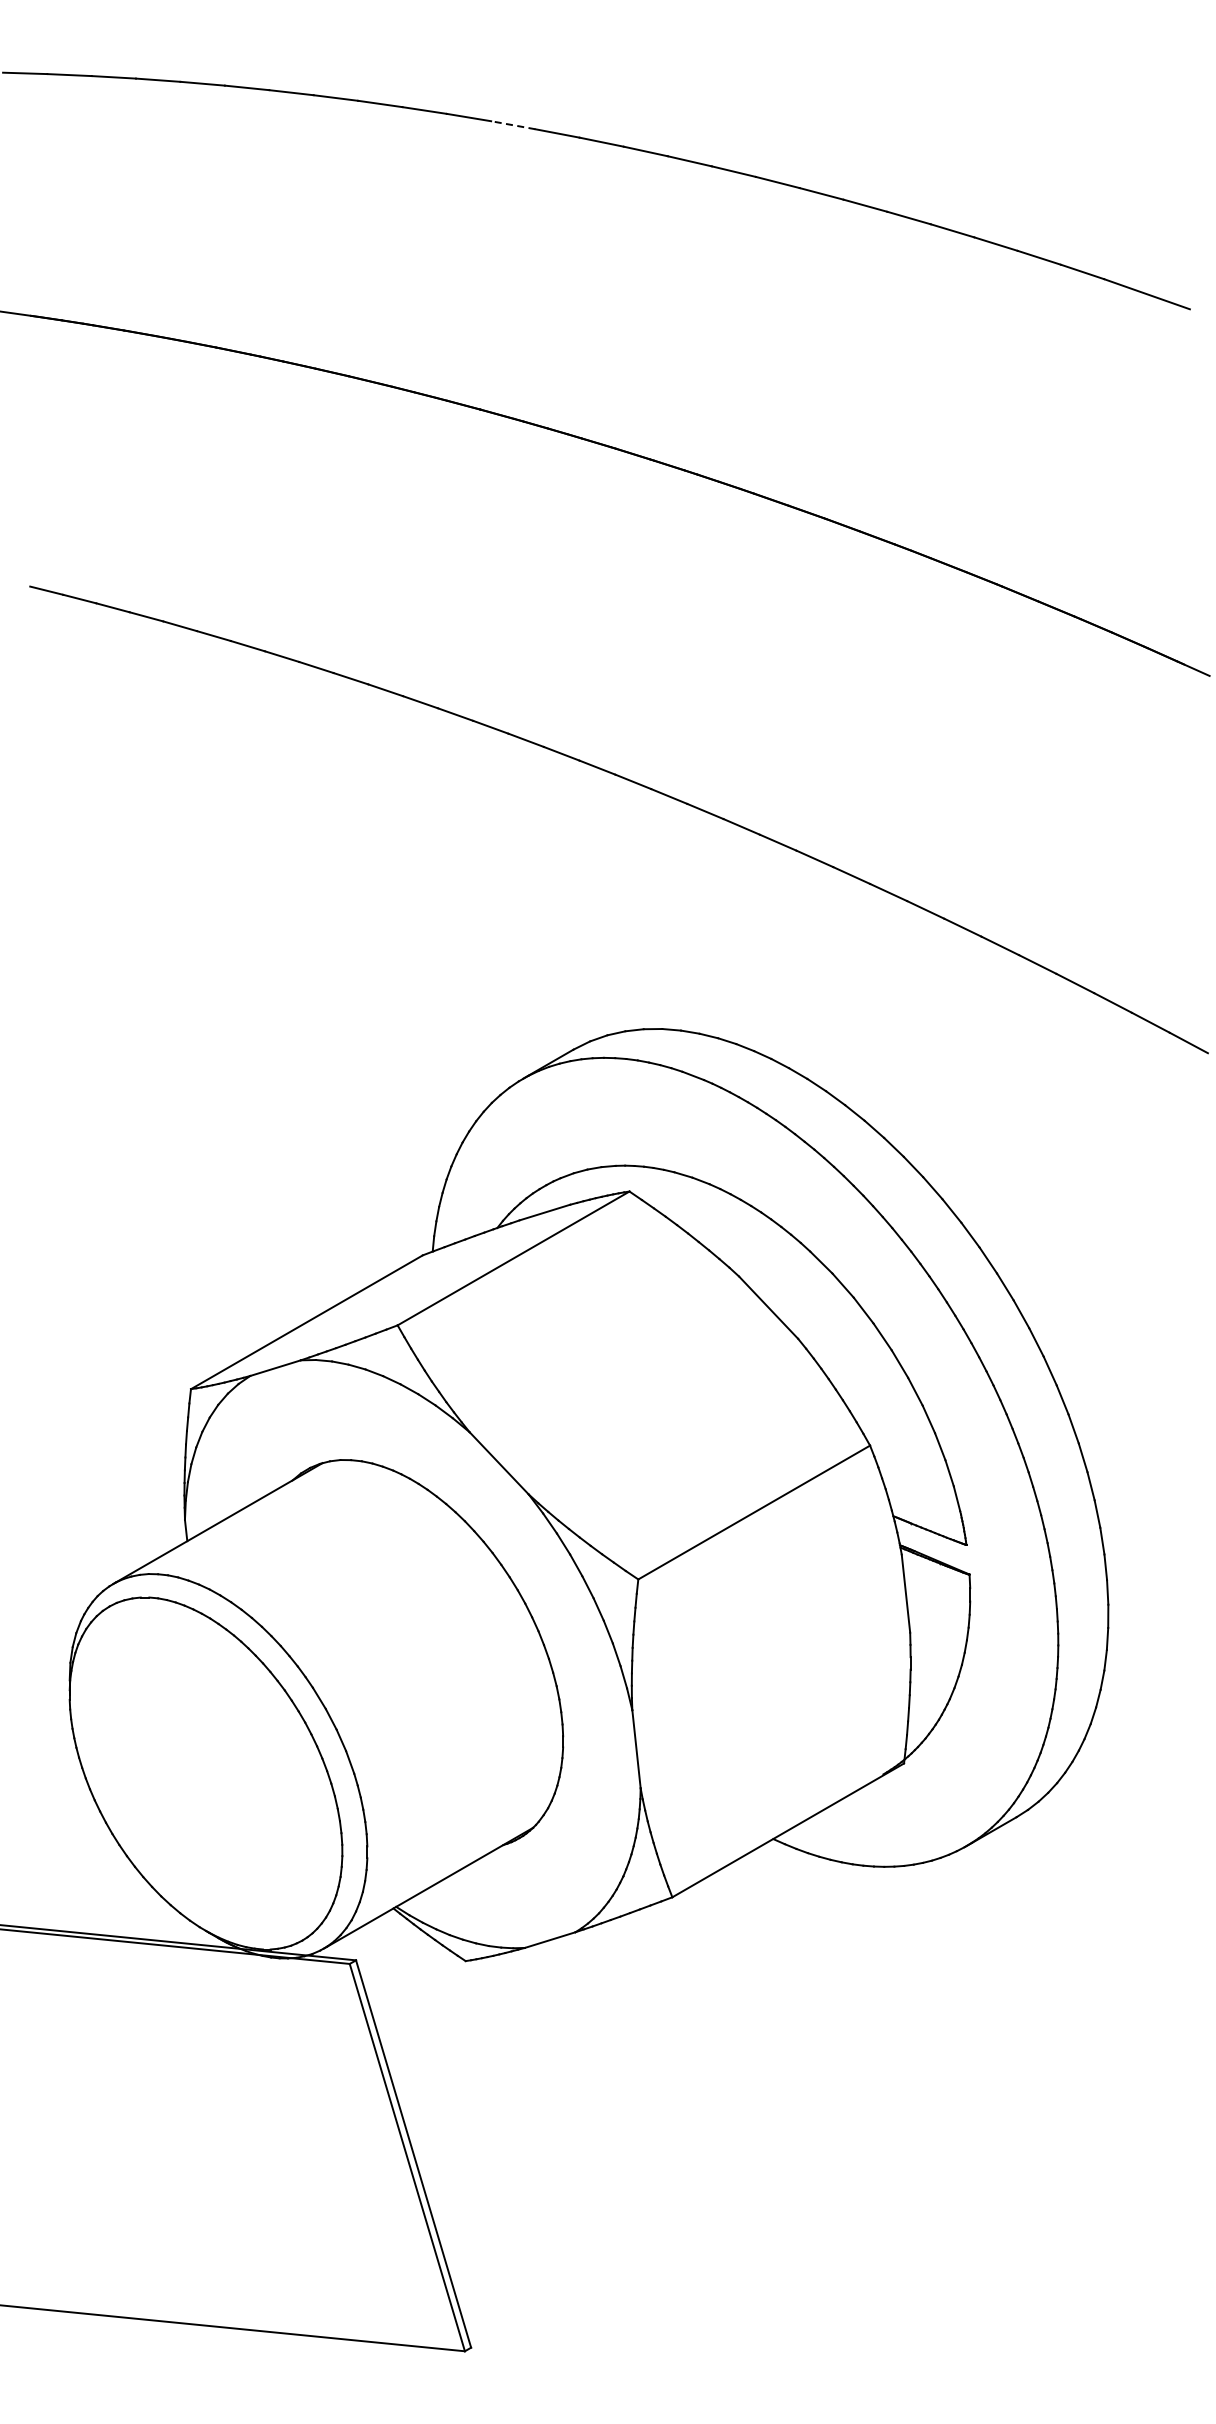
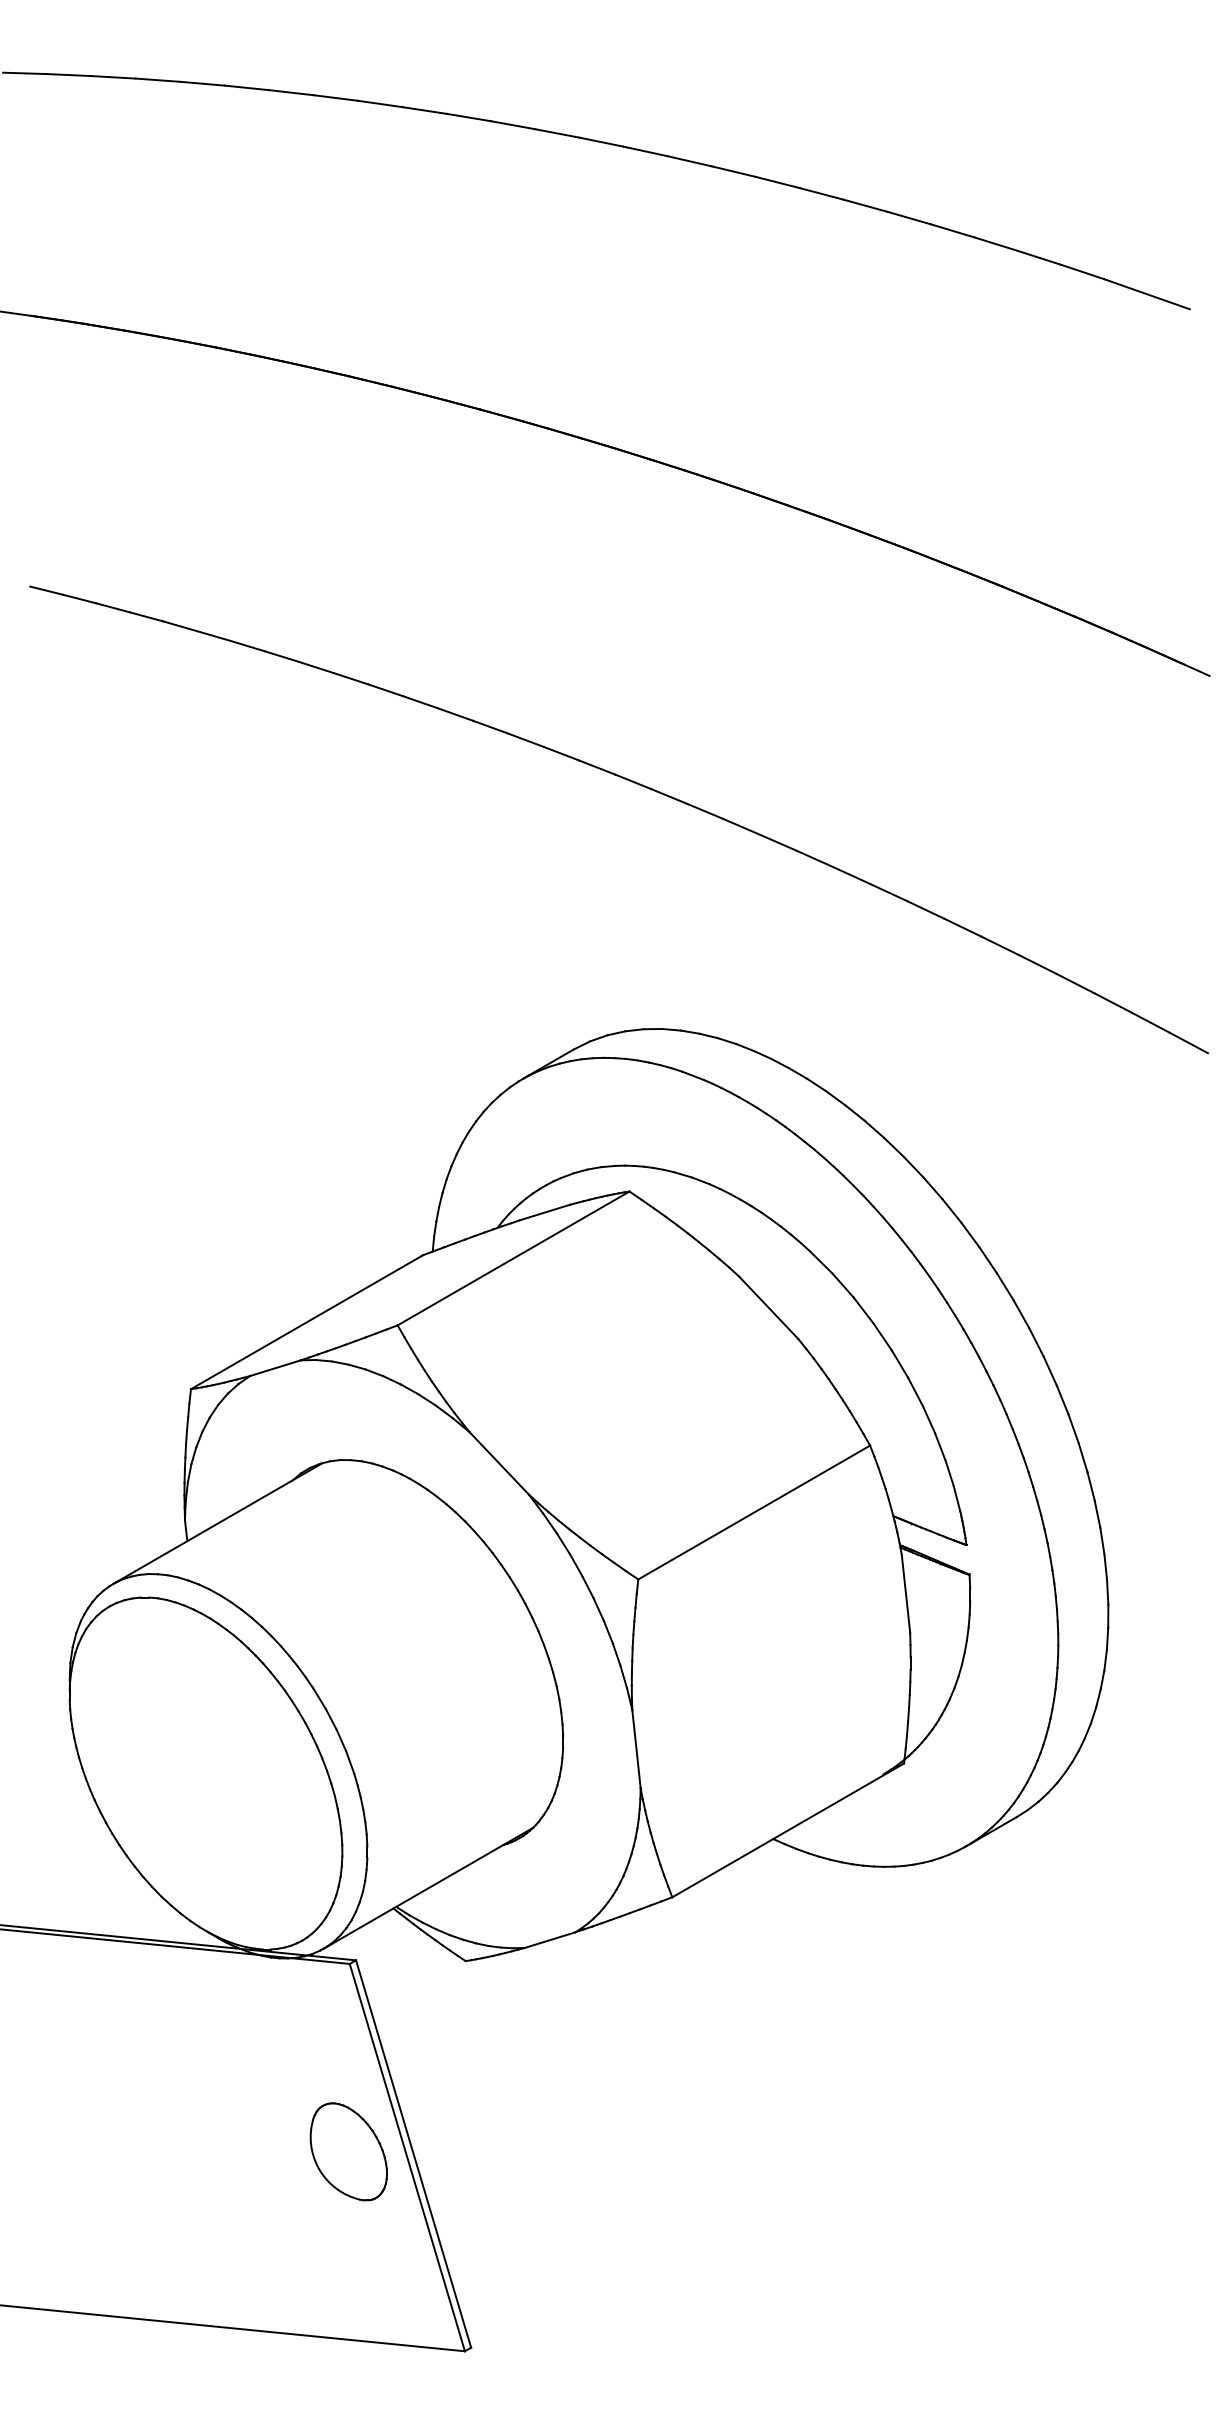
line at (512, 125): dashed -> solid
part at (348, 2151): none -> present
